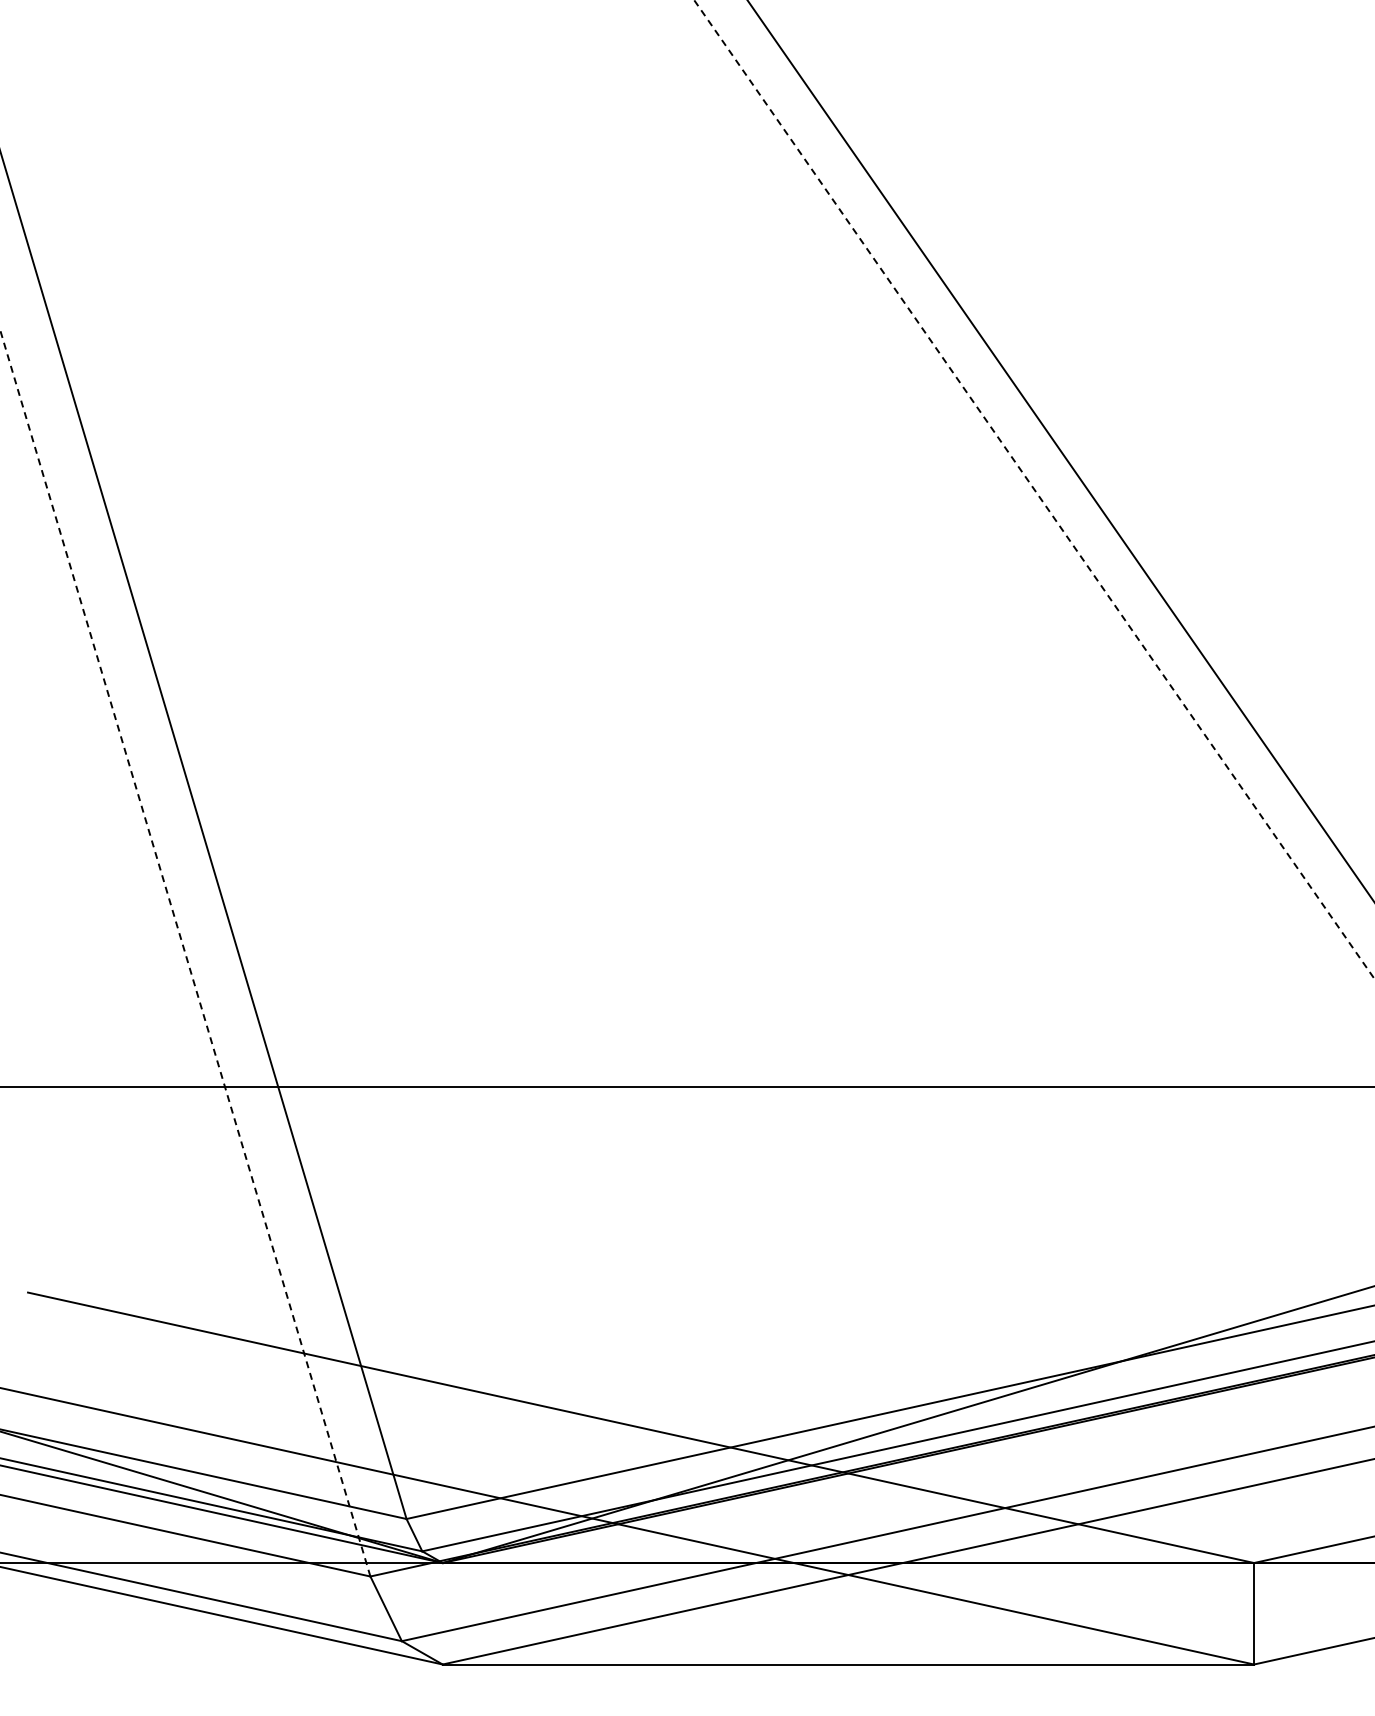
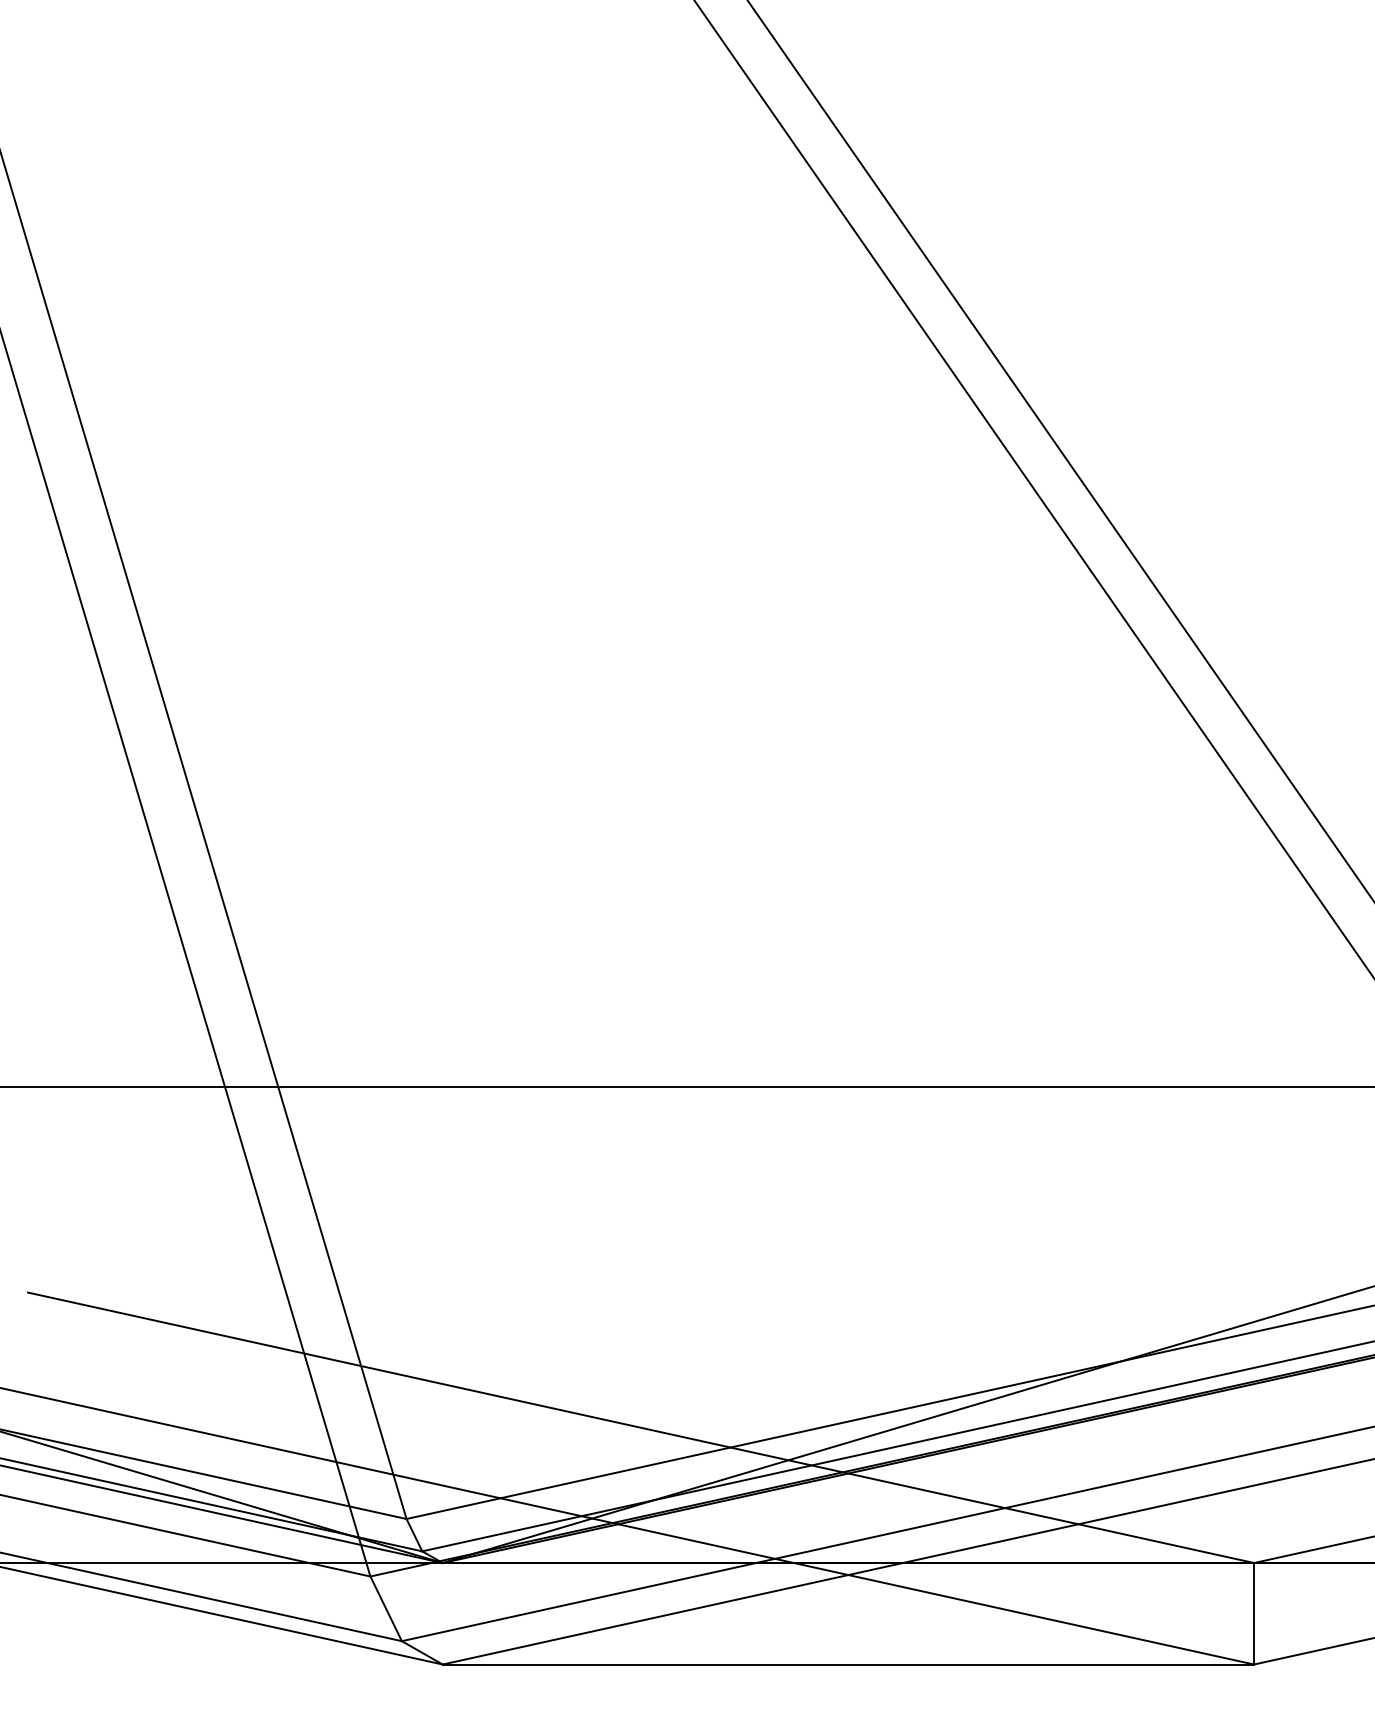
line at (1034, 489): dashed -> solid
line at (185, 952): dashed -> solid
